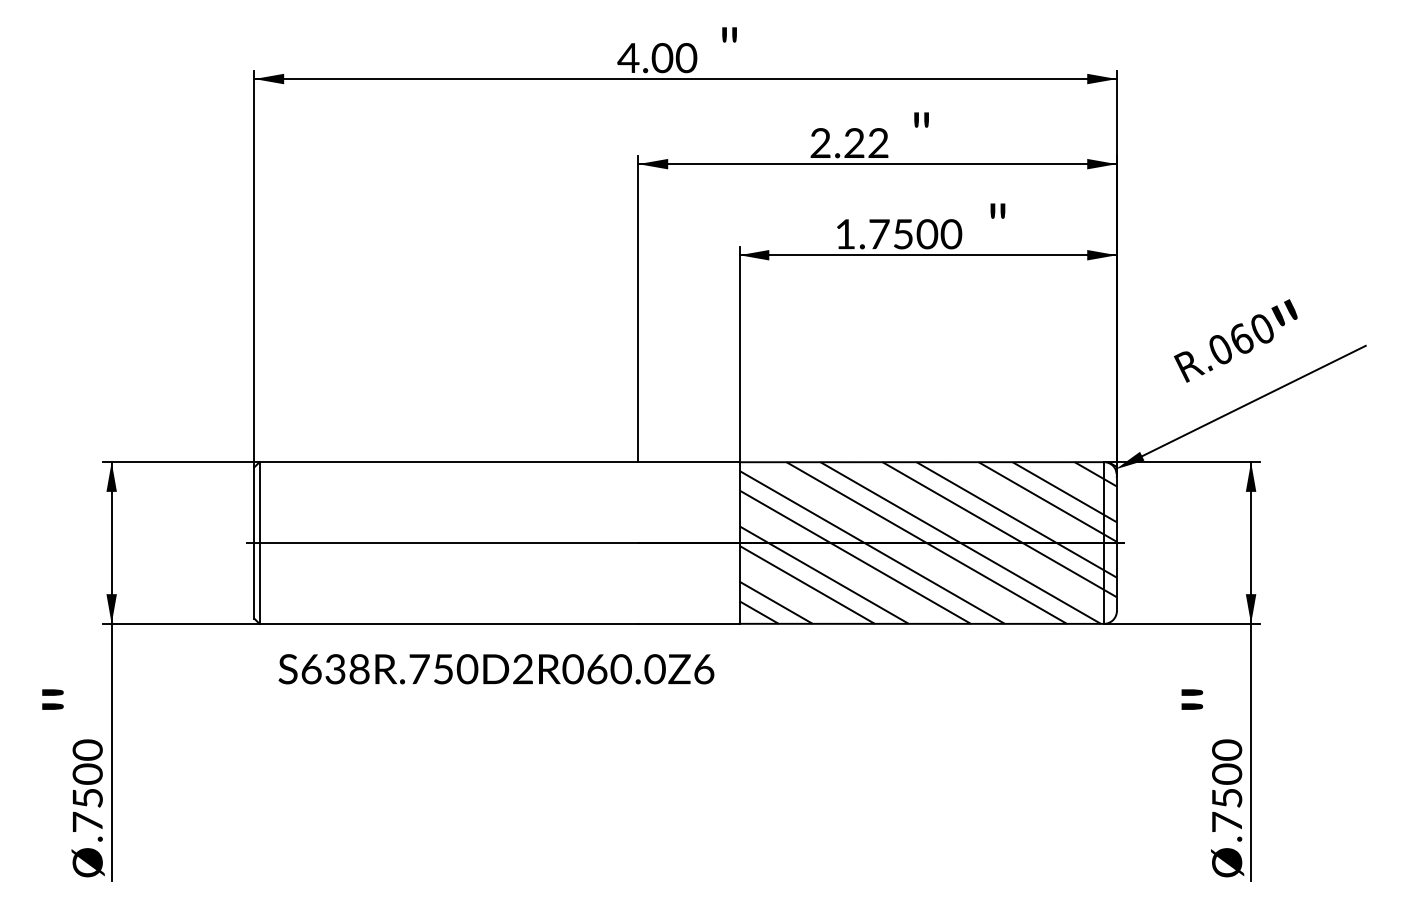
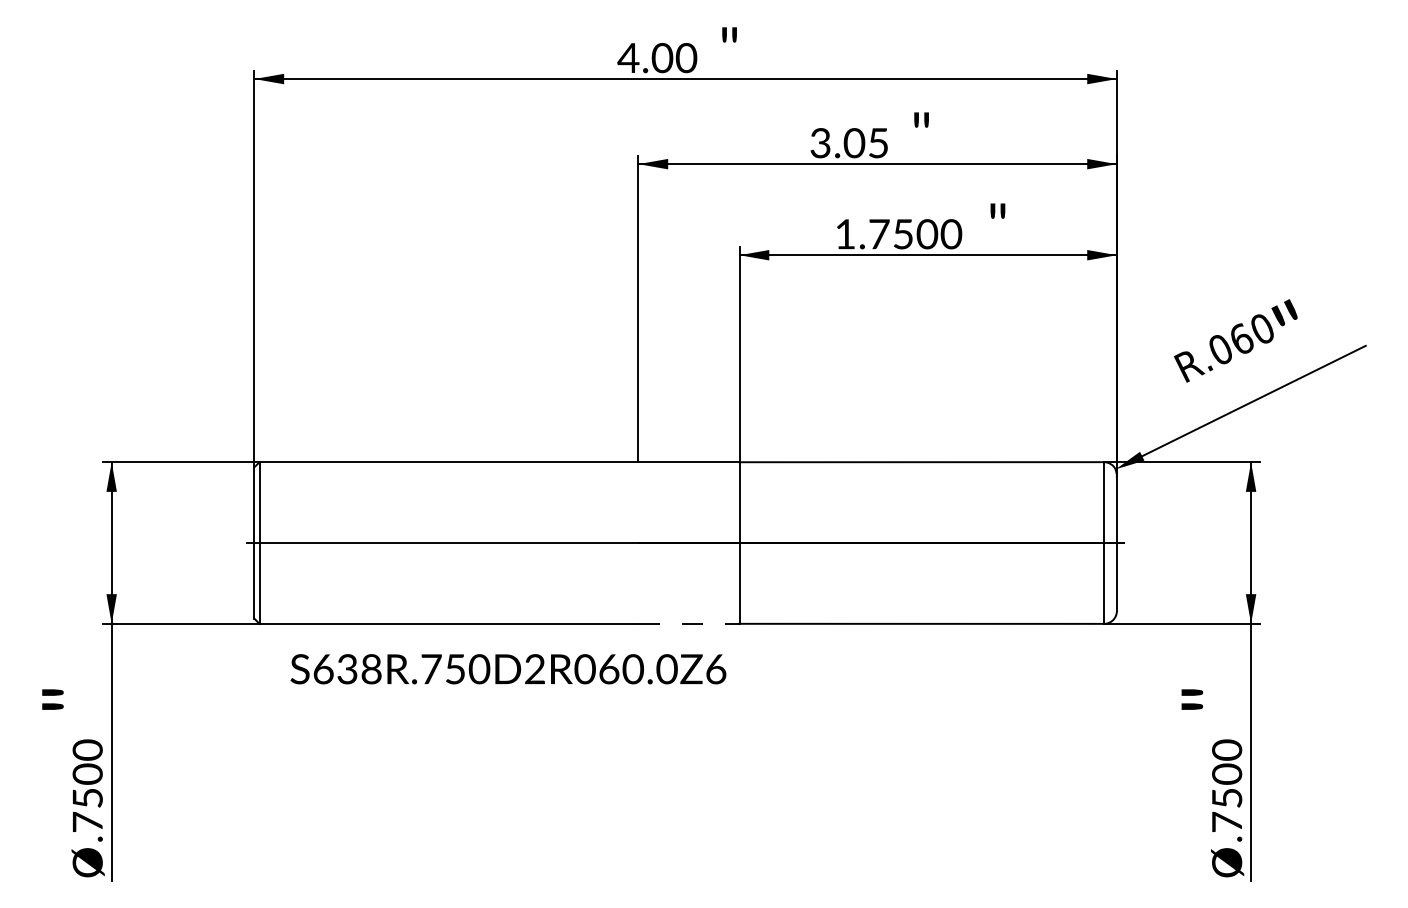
text at (849, 143): 2.22 -> 3.05
hatch at (927, 542): present -> none
line at (689, 623): solid -> dashed
text at (496, 669) position: (496, 669) -> (508, 669)
